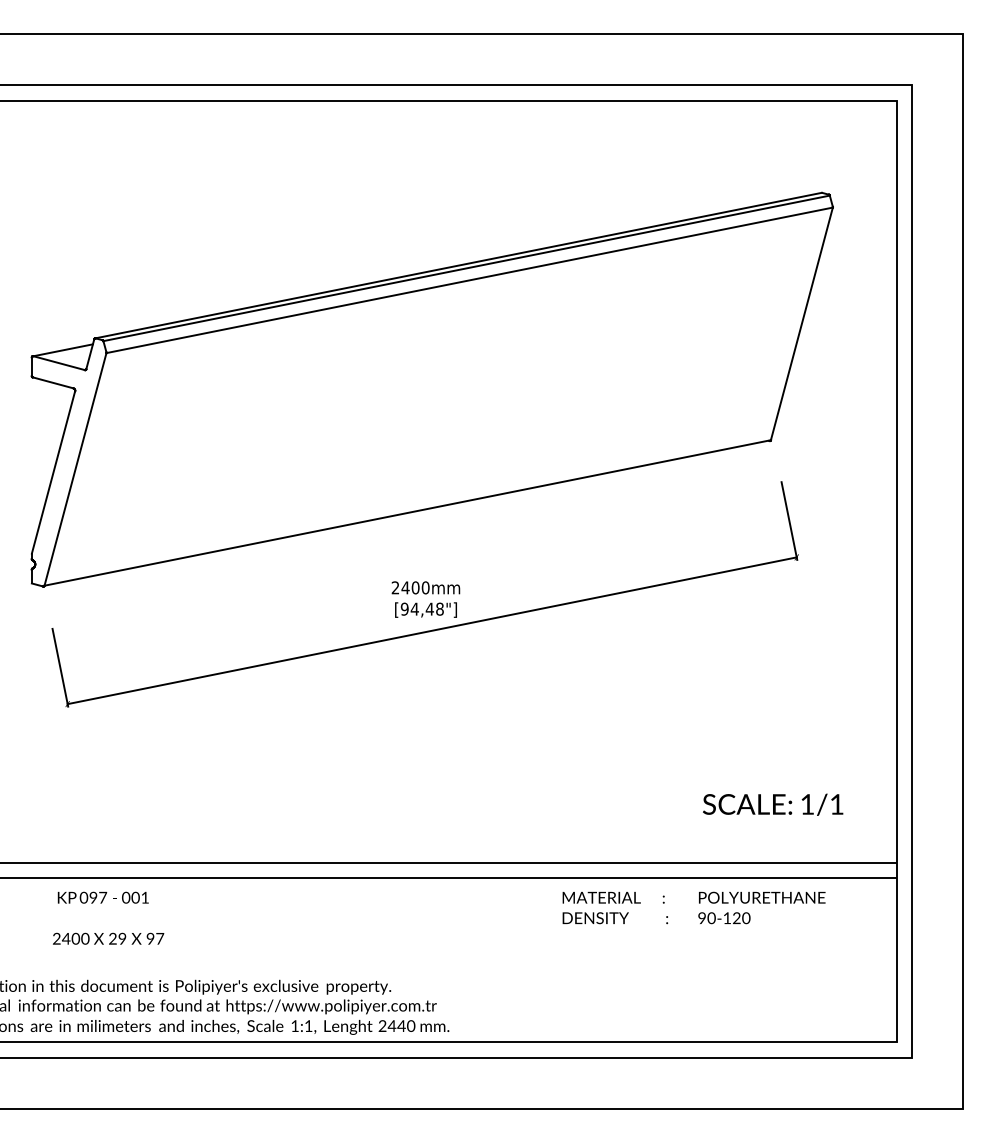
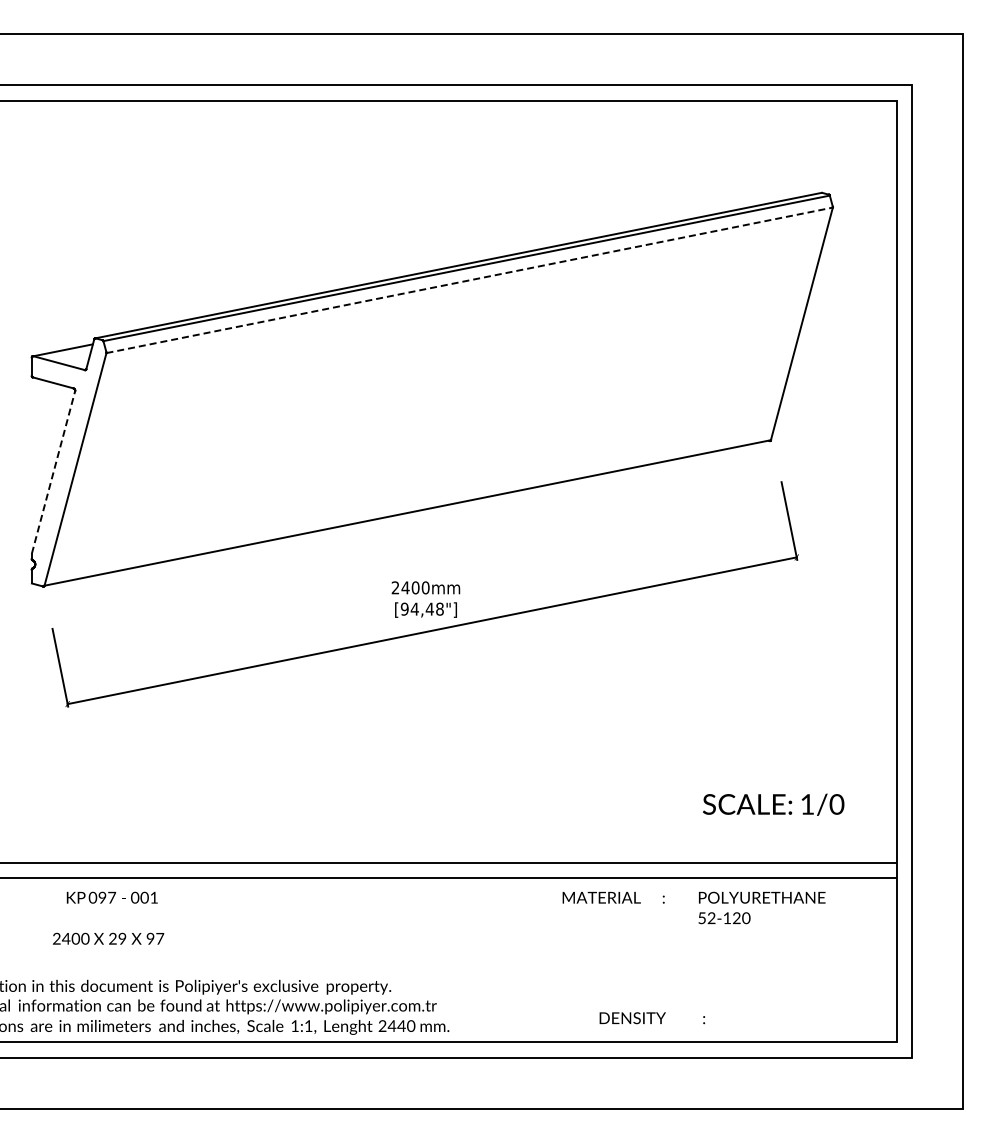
line at (470, 280): solid -> dashed
line at (53, 472): solid -> dashed
text at (836, 804): 1/1 -> 1/0
text at (102, 897) position: (102, 897) -> (111, 897)
text at (615, 918) position: (615, 918) -> (652, 1018)
text at (706, 918): 90-120 -> 52-120
